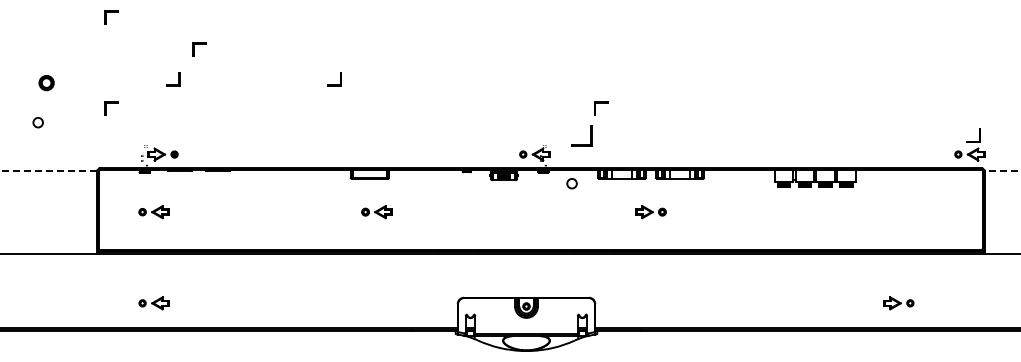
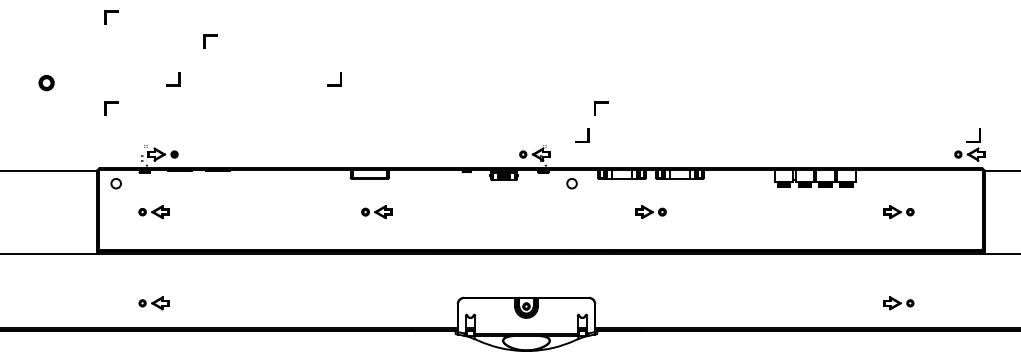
part at (199, 49) position: (199, 49) -> (210, 41)
circle at (37, 122) position: (37, 122) -> (115, 183)
part at (581, 135) size: 22x22 px -> 15x15 px
line at (48, 171): dashed -> solid
line at (1002, 171): dashed -> solid
part at (898, 212): none -> present
